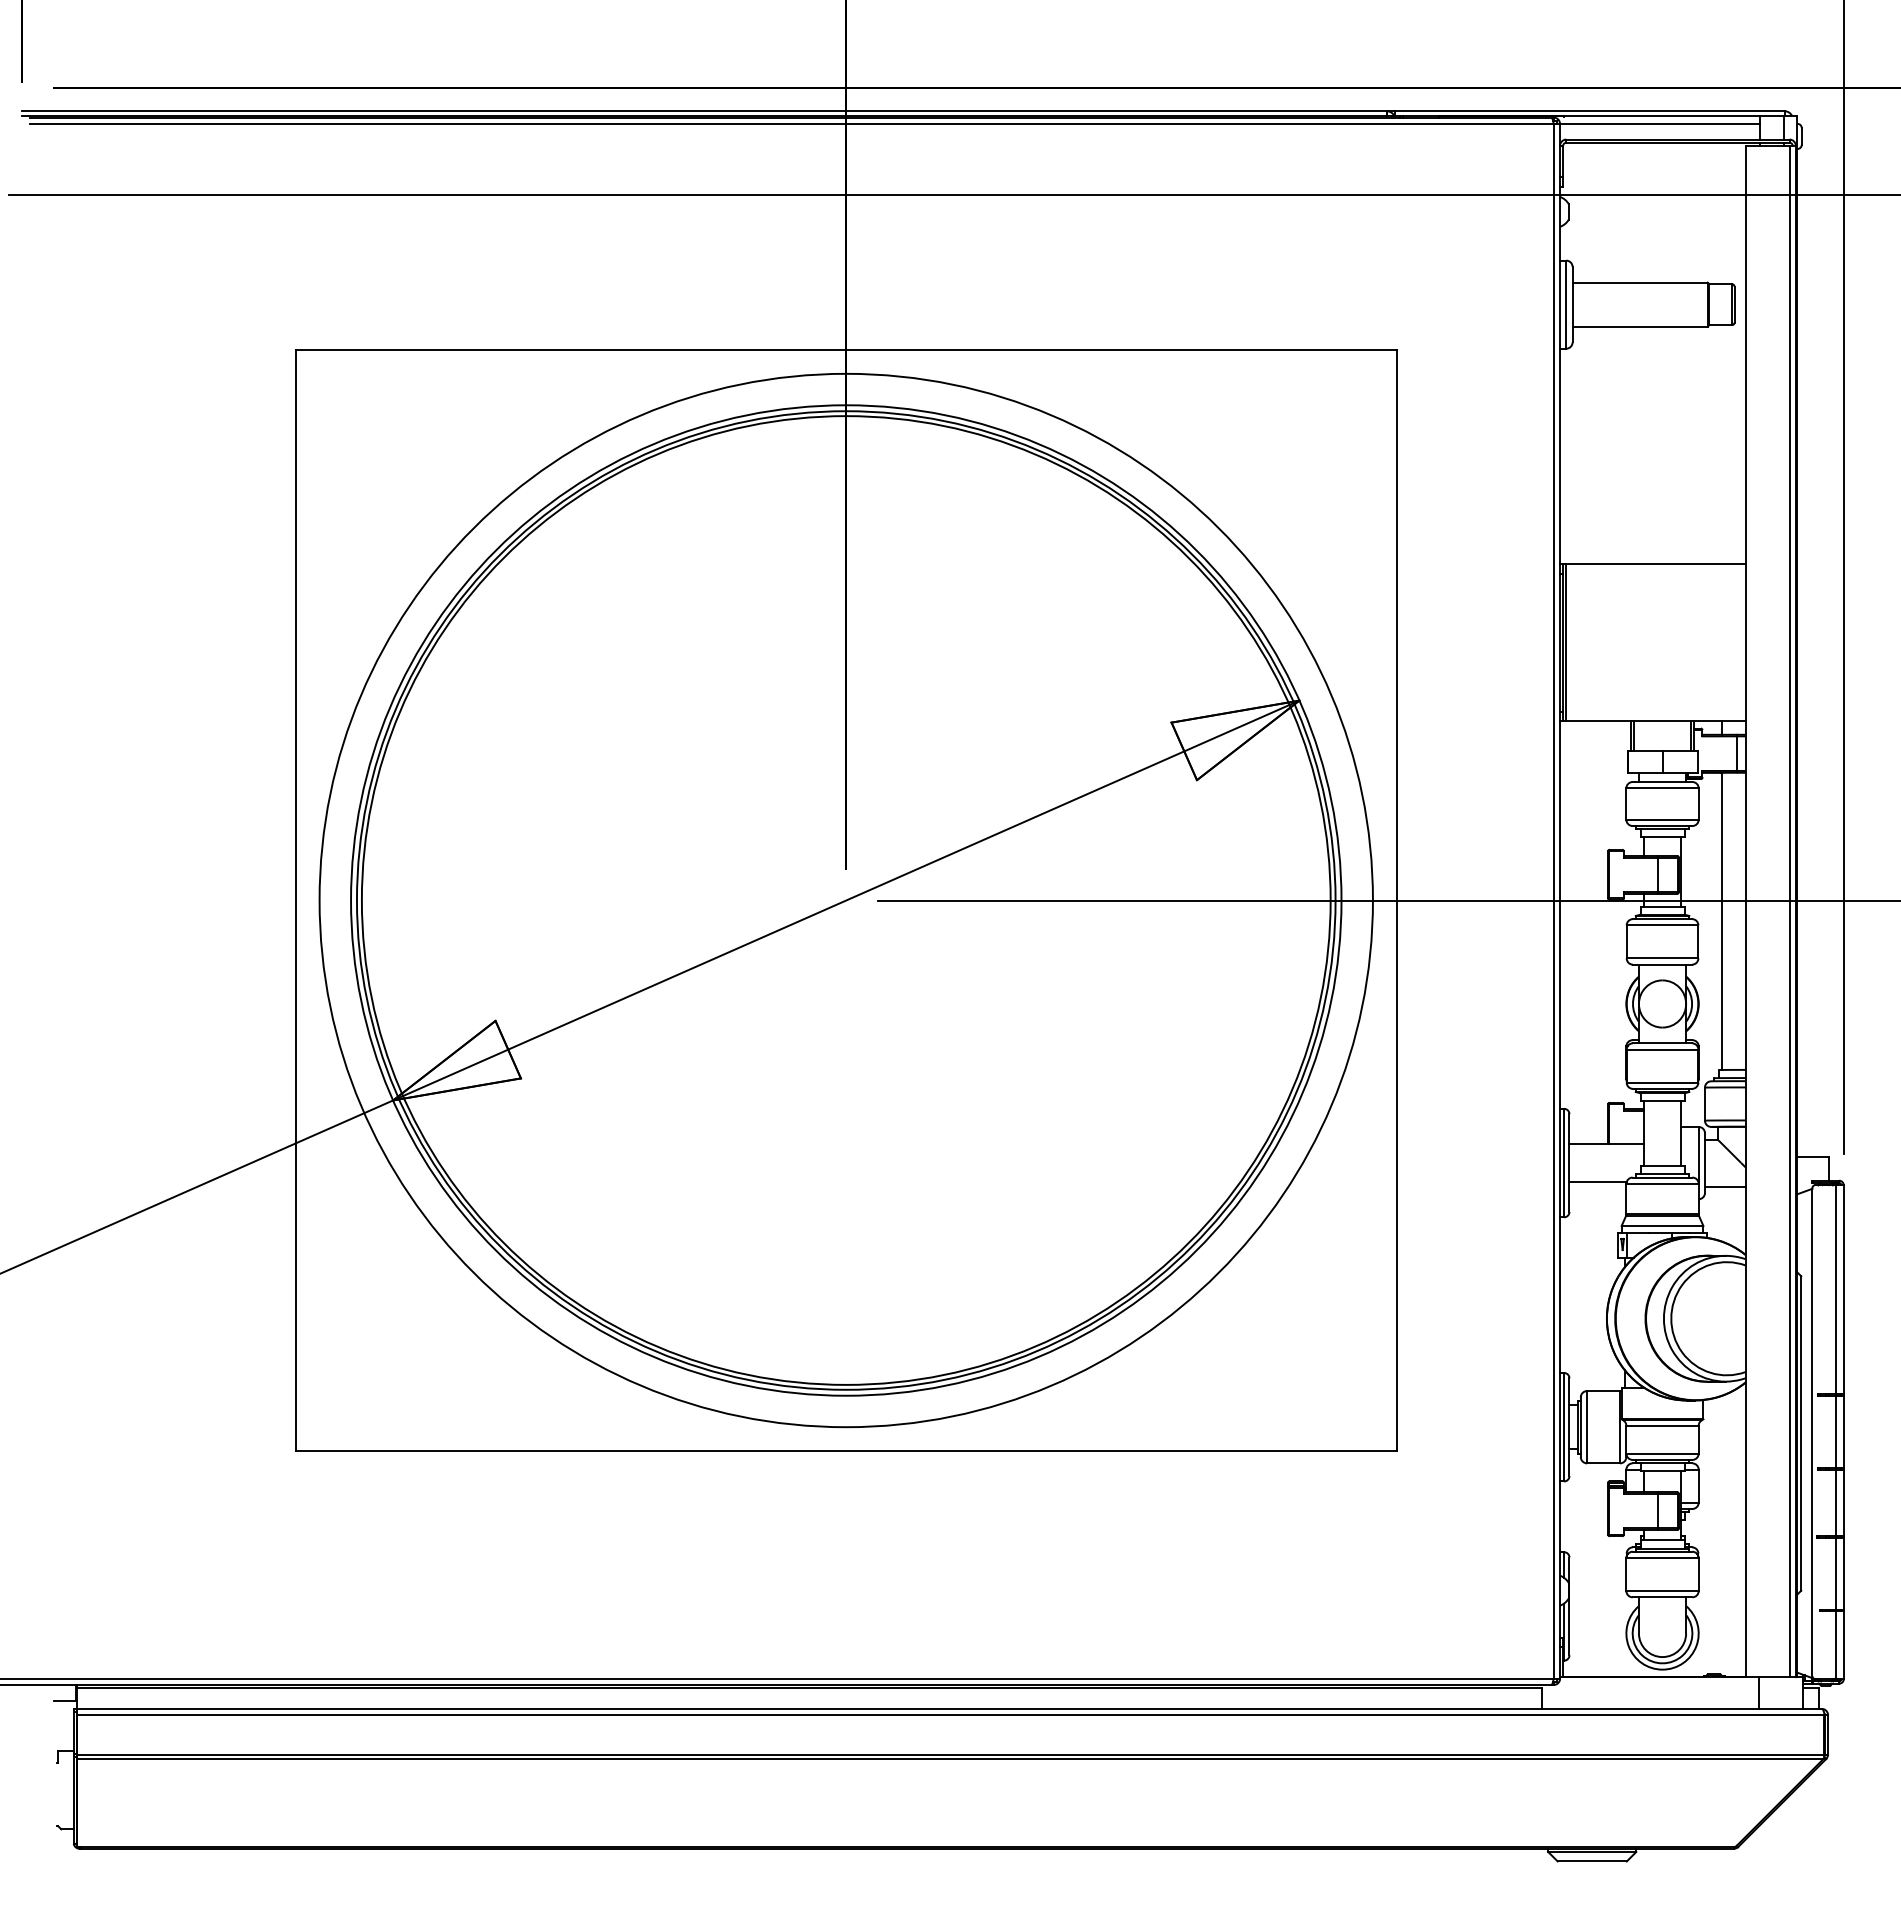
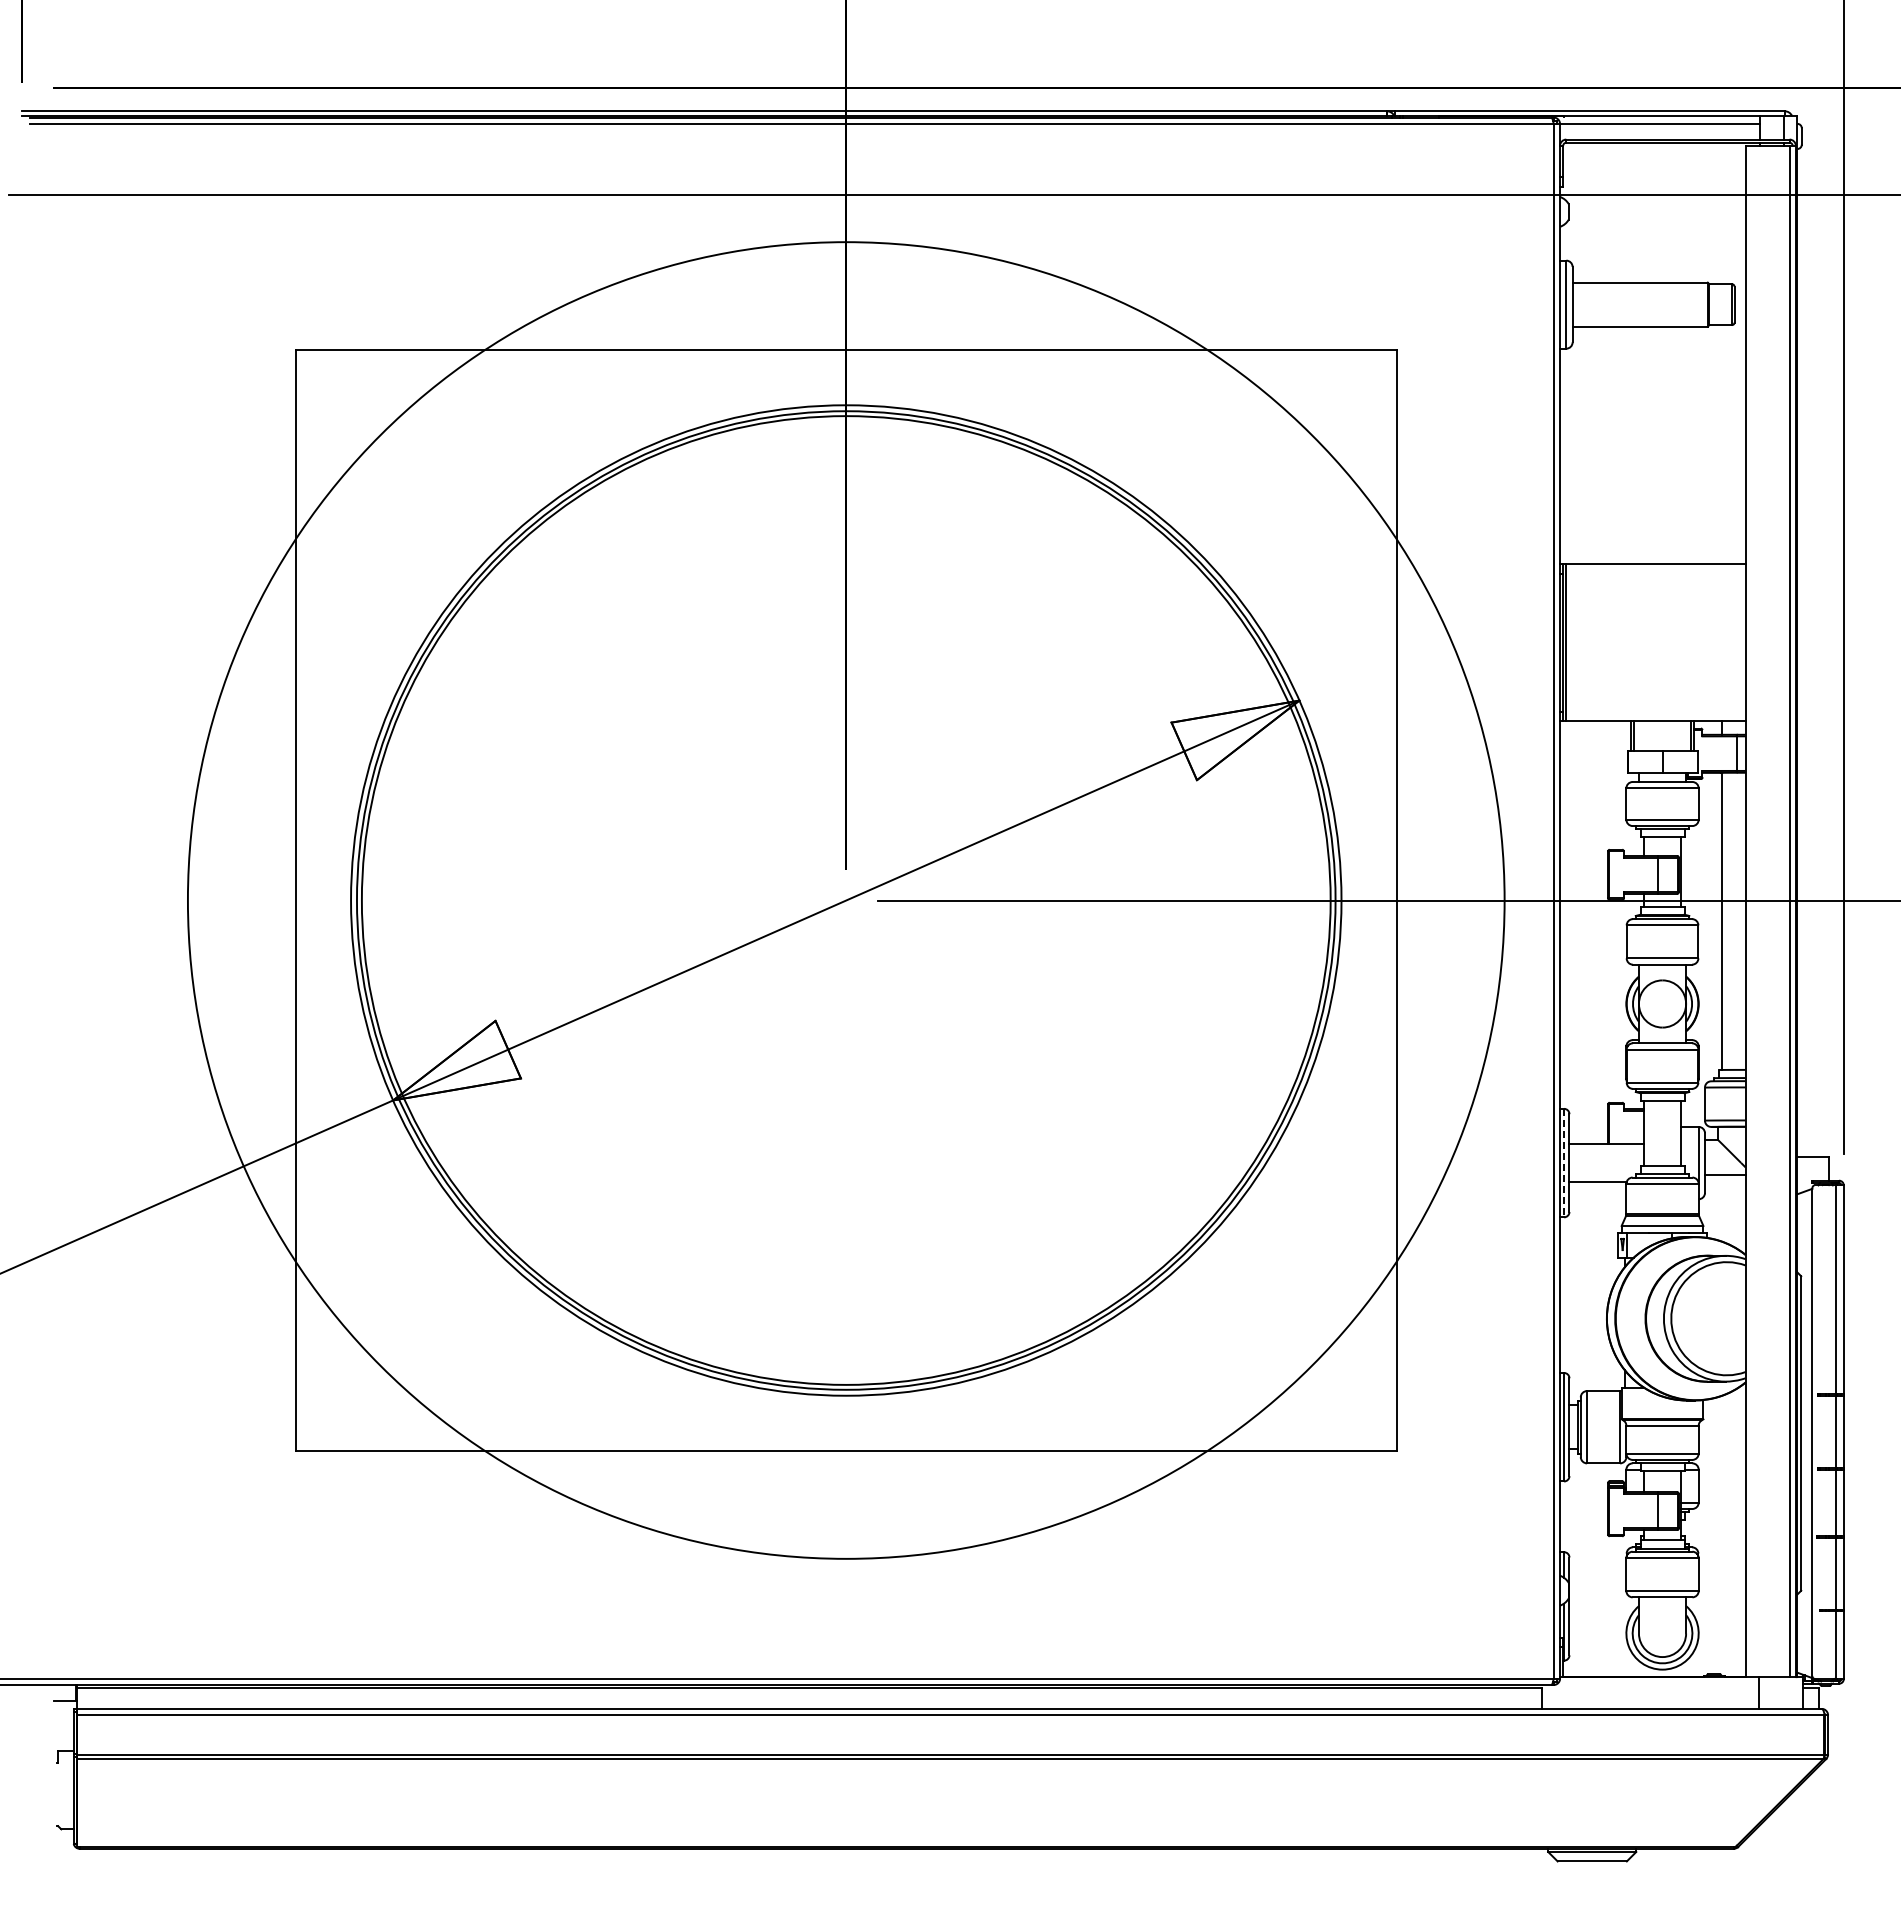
circle at (845, 900) diameter: 1053 px -> 1317 px
line at (1564, 1163): solid -> dashed
line at (1724, 1186) position: (1724, 1186) -> (1724, 1174)
